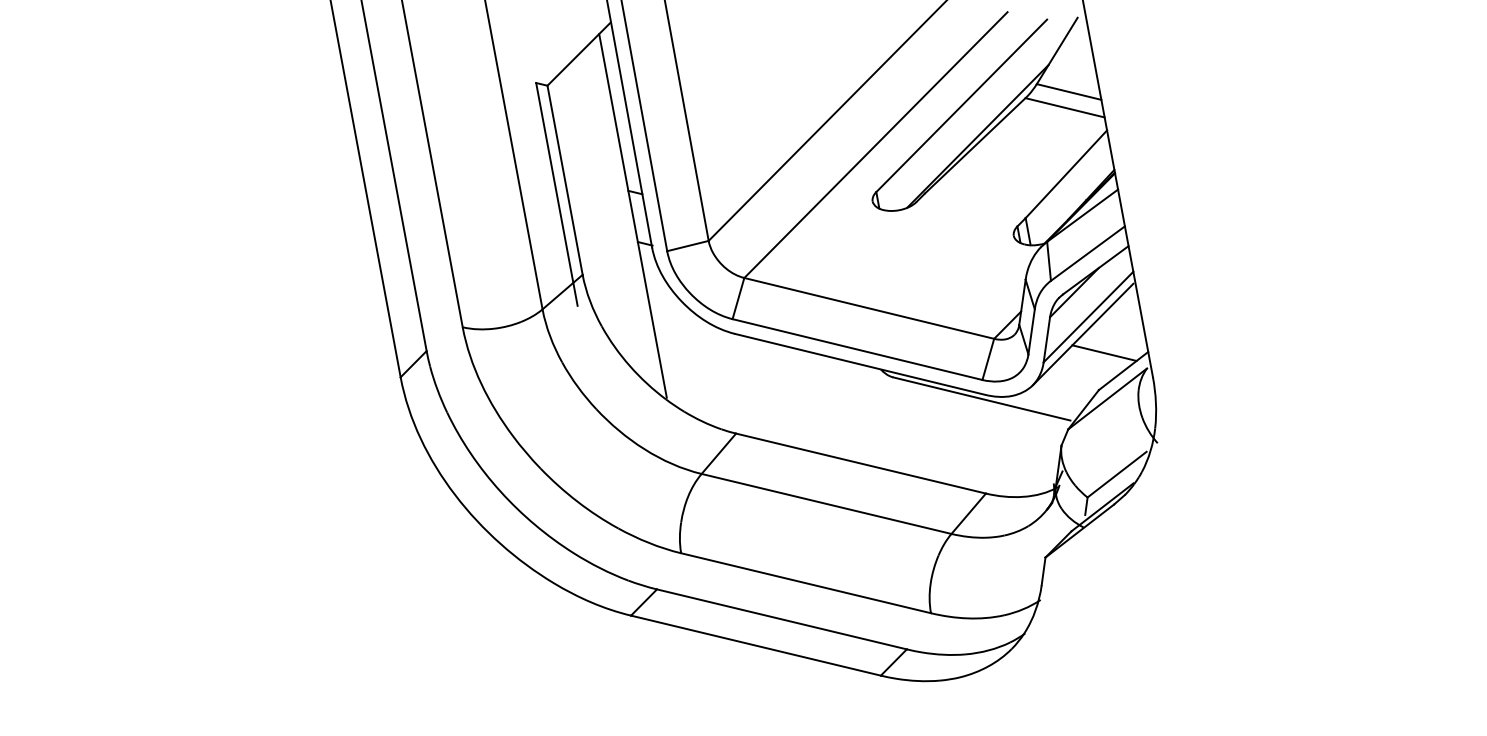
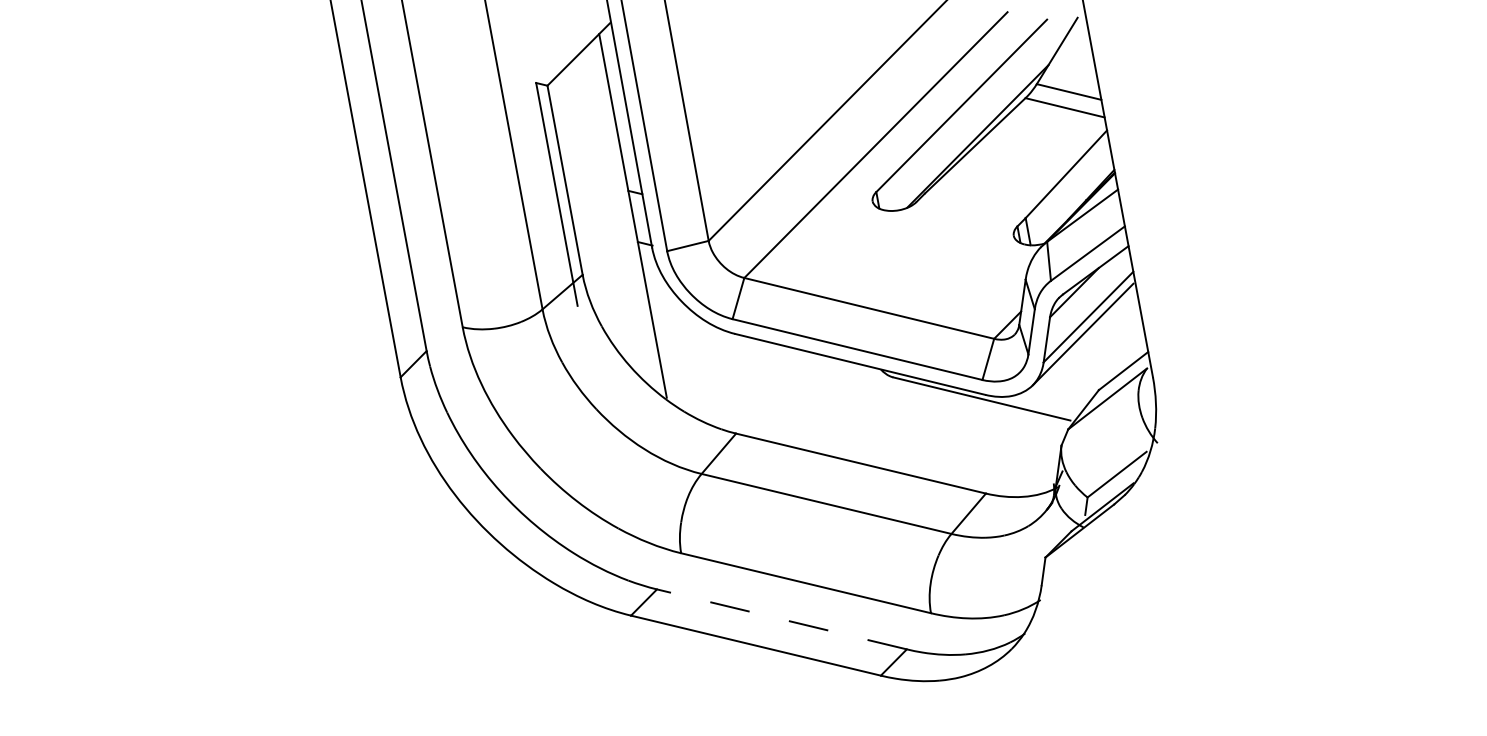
line at (1104, 352): present -> none
line at (781, 619): solid -> dashed
